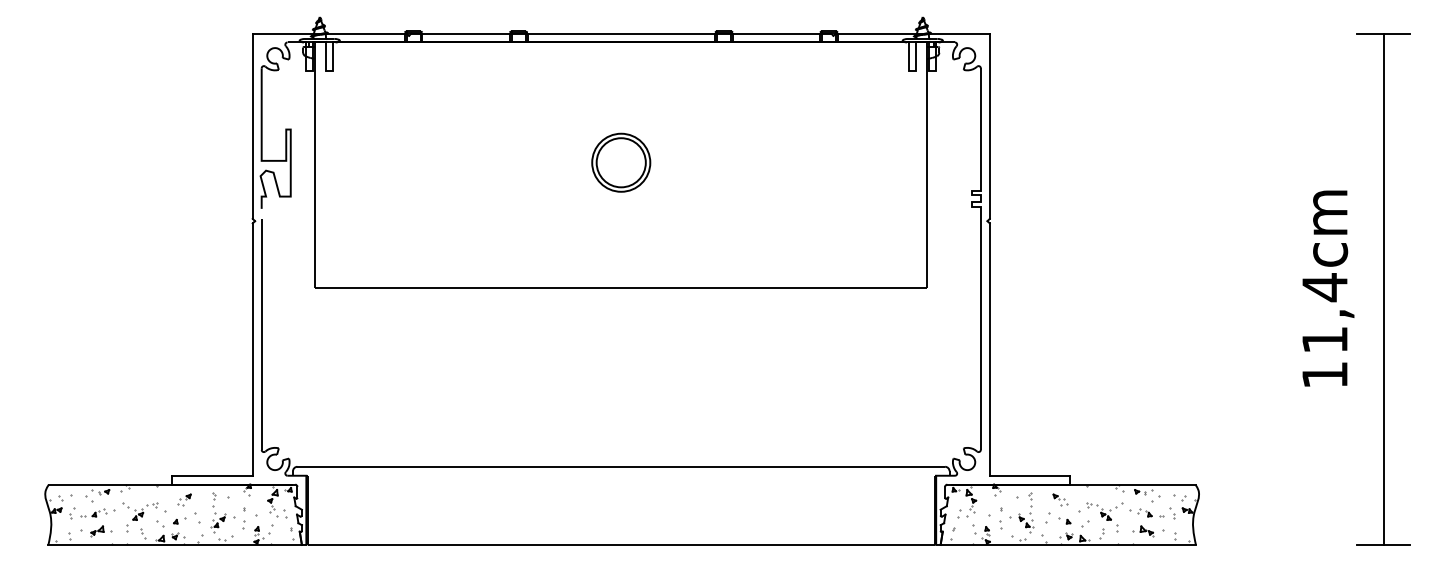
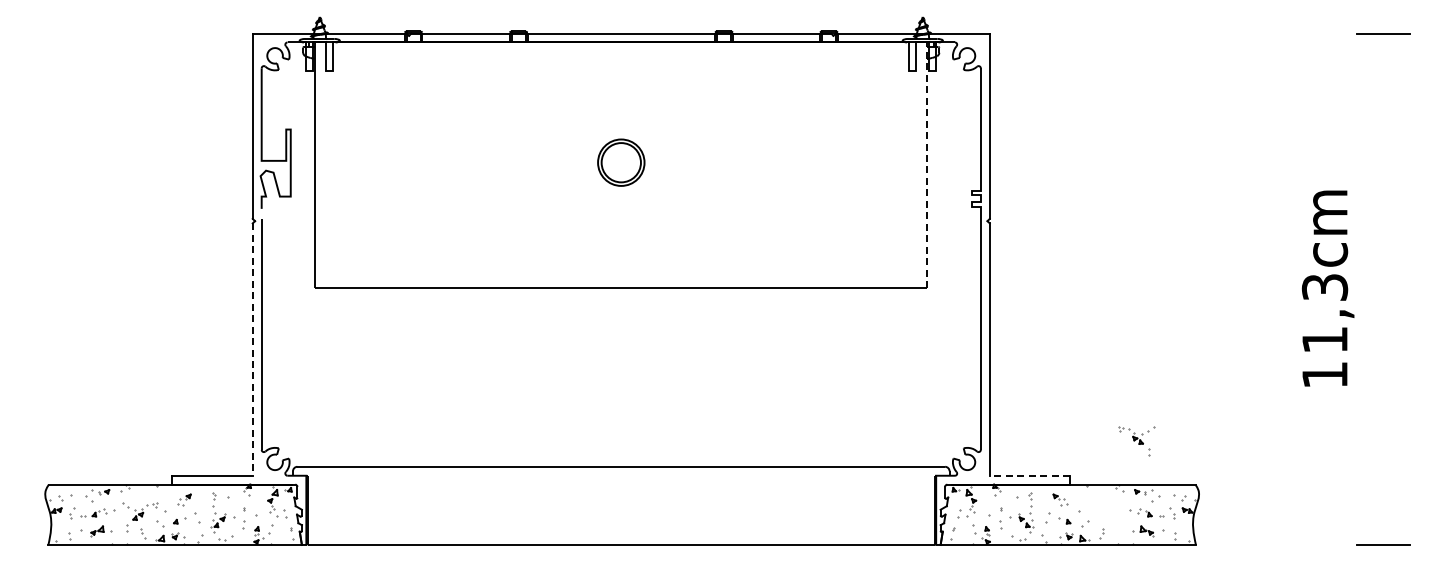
part at (621, 162) size: 61x61 px -> 49x49 px
line at (927, 165): solid -> dashed
text at (1324, 287): 11,4cm -> 11,3cm
line at (1383, 288): present -> none
line at (252, 350): solid -> dashed
line at (1029, 475): solid -> dashed
part at (1104, 517) position: (1104, 517) -> (1136, 441)
